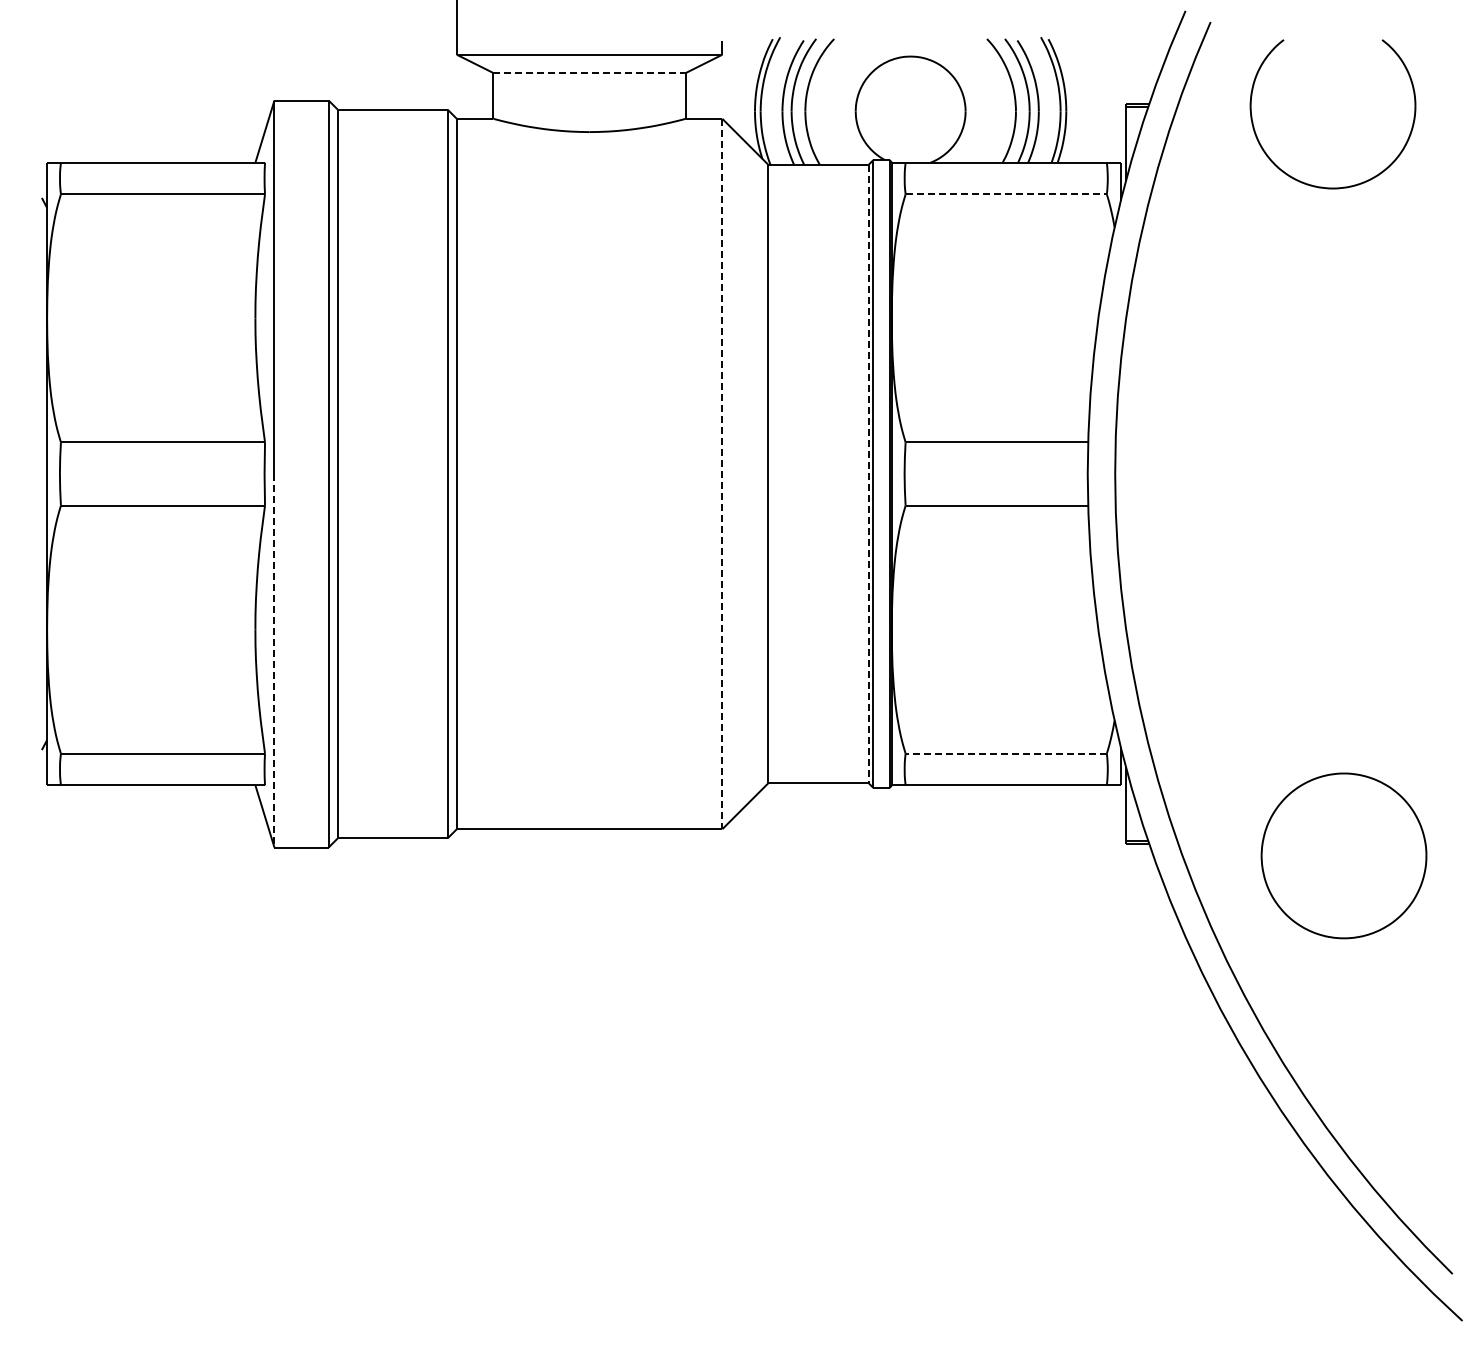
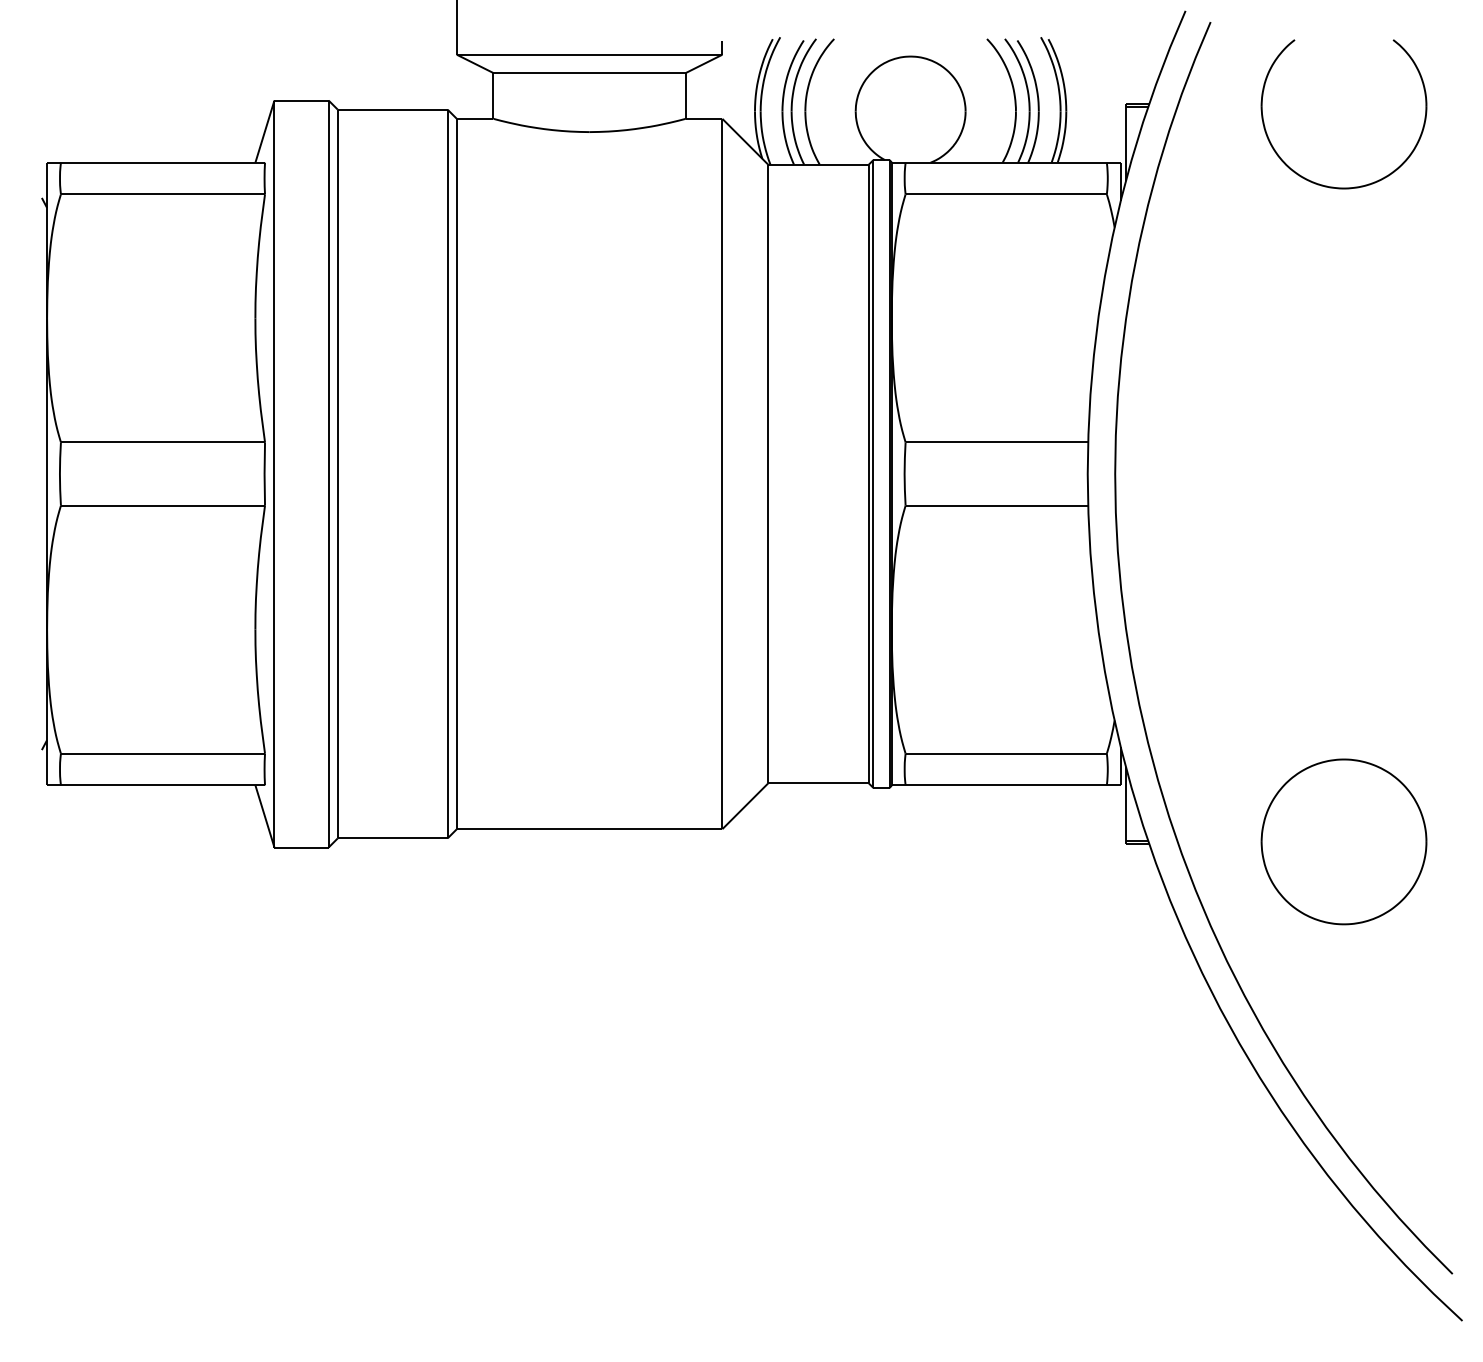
line at (590, 73): dashed -> solid
part at (1322, 186) position: (1322, 186) -> (1333, 186)
line at (1006, 194): dashed -> solid
line at (722, 474): dashed -> solid
line at (868, 474): dashed -> solid
line at (274, 660): dashed -> solid
line at (1006, 753): dashed -> solid
part at (1343, 855) position: (1343, 855) -> (1343, 841)
